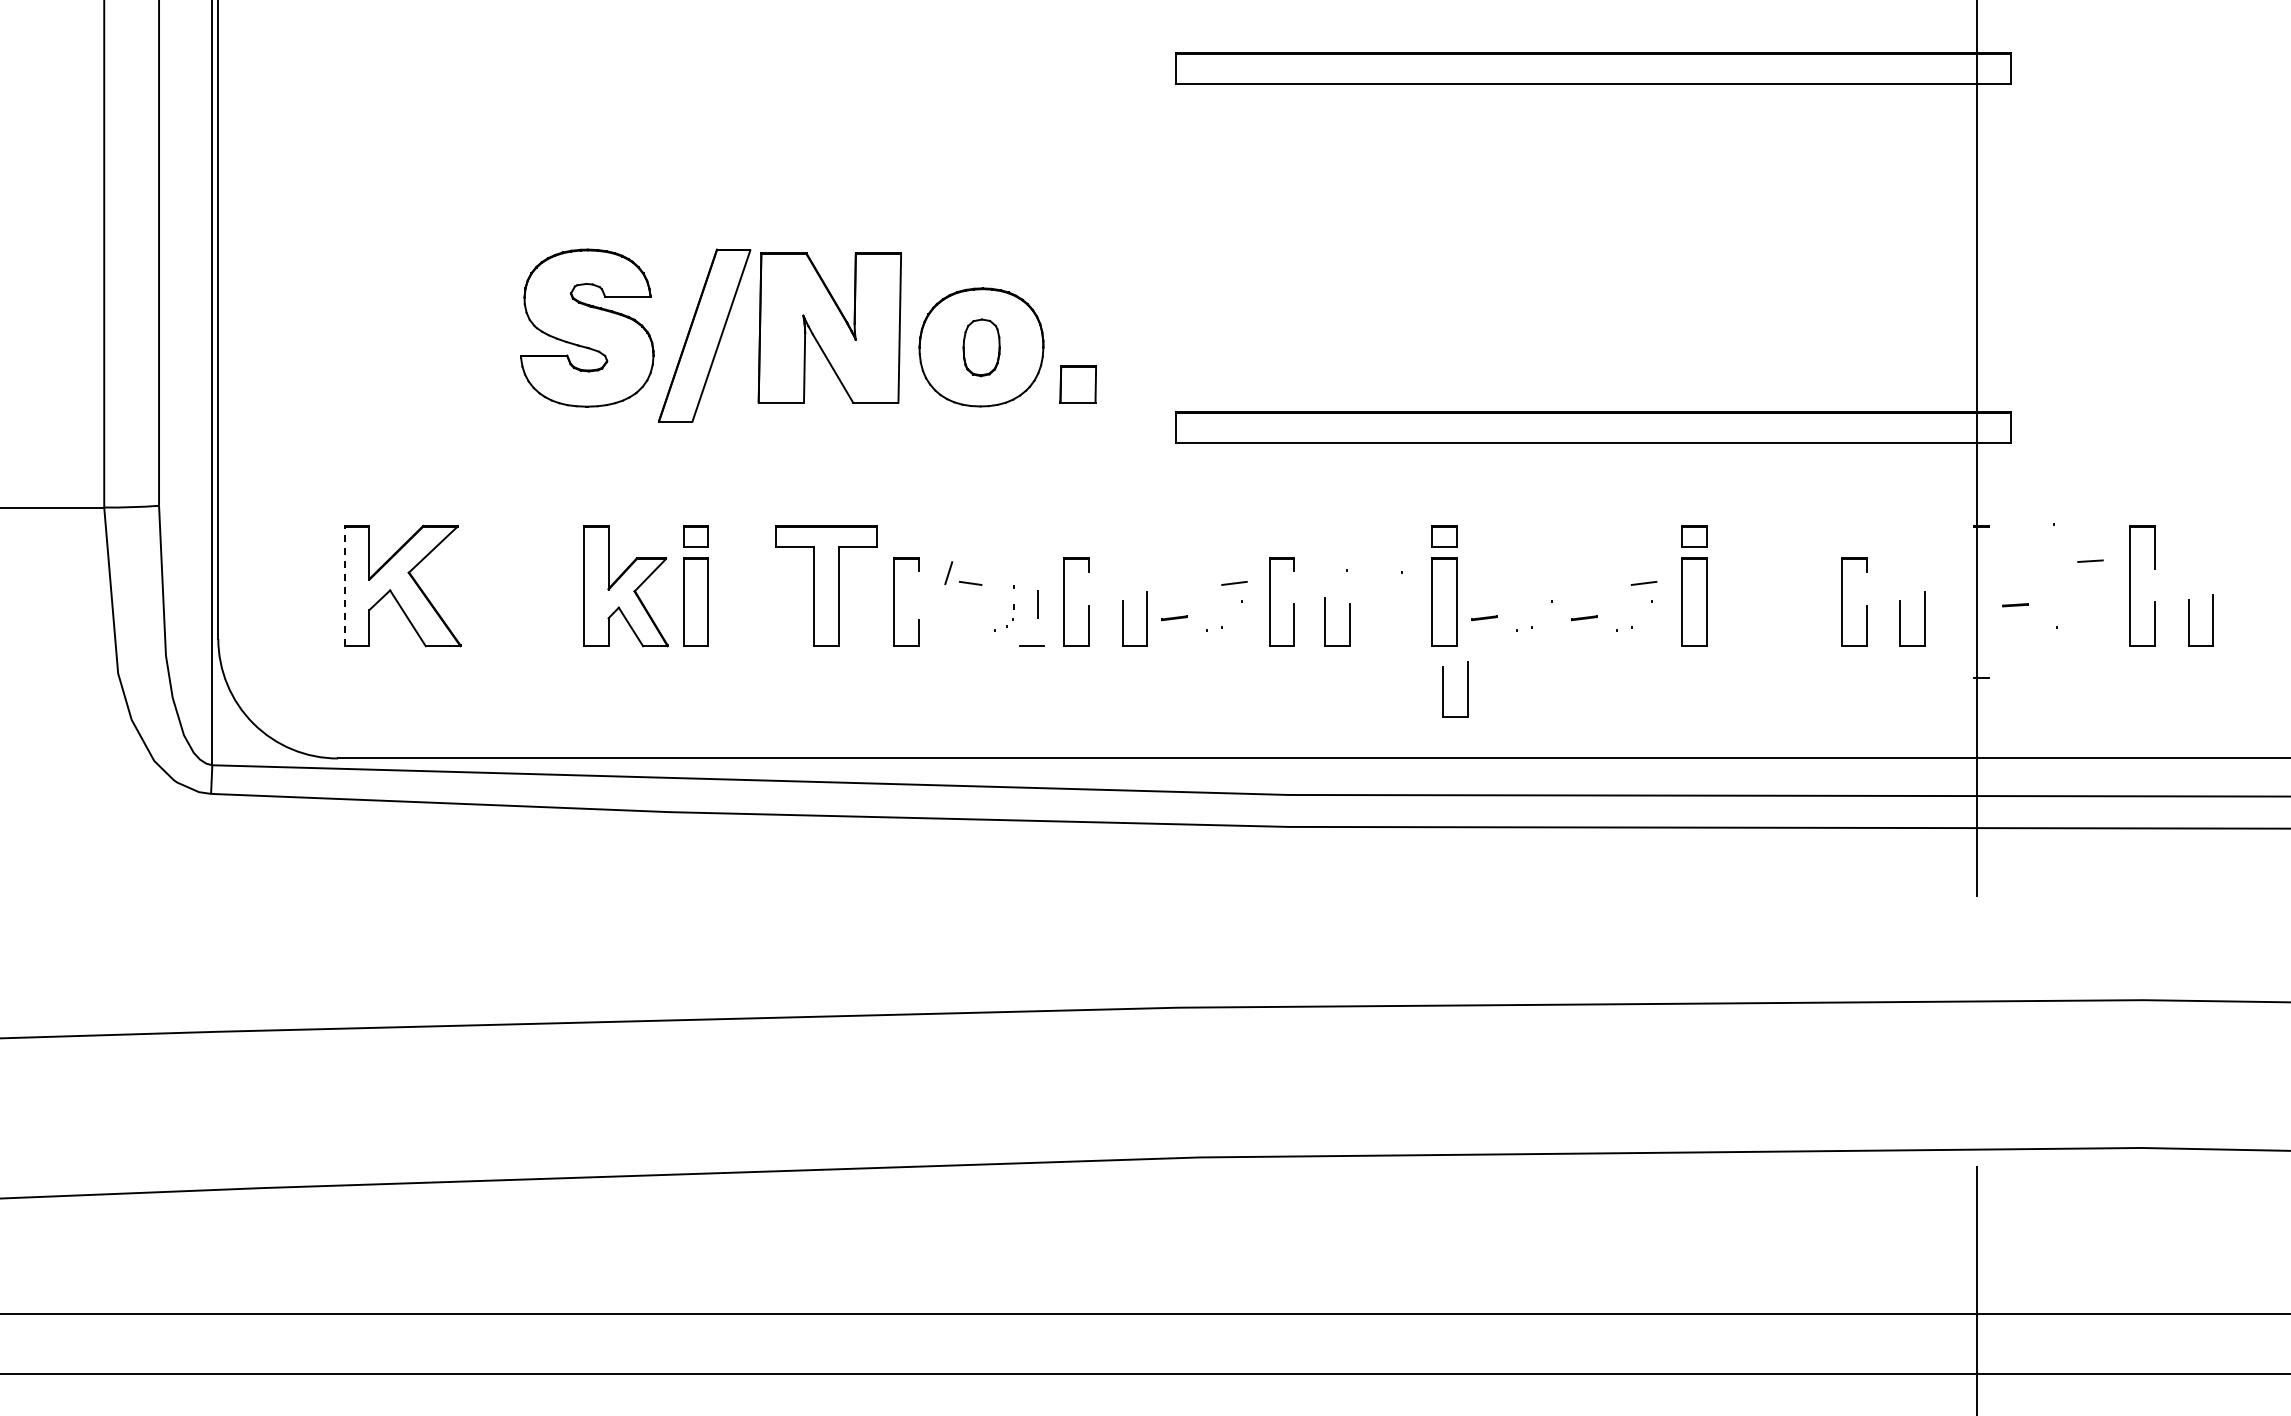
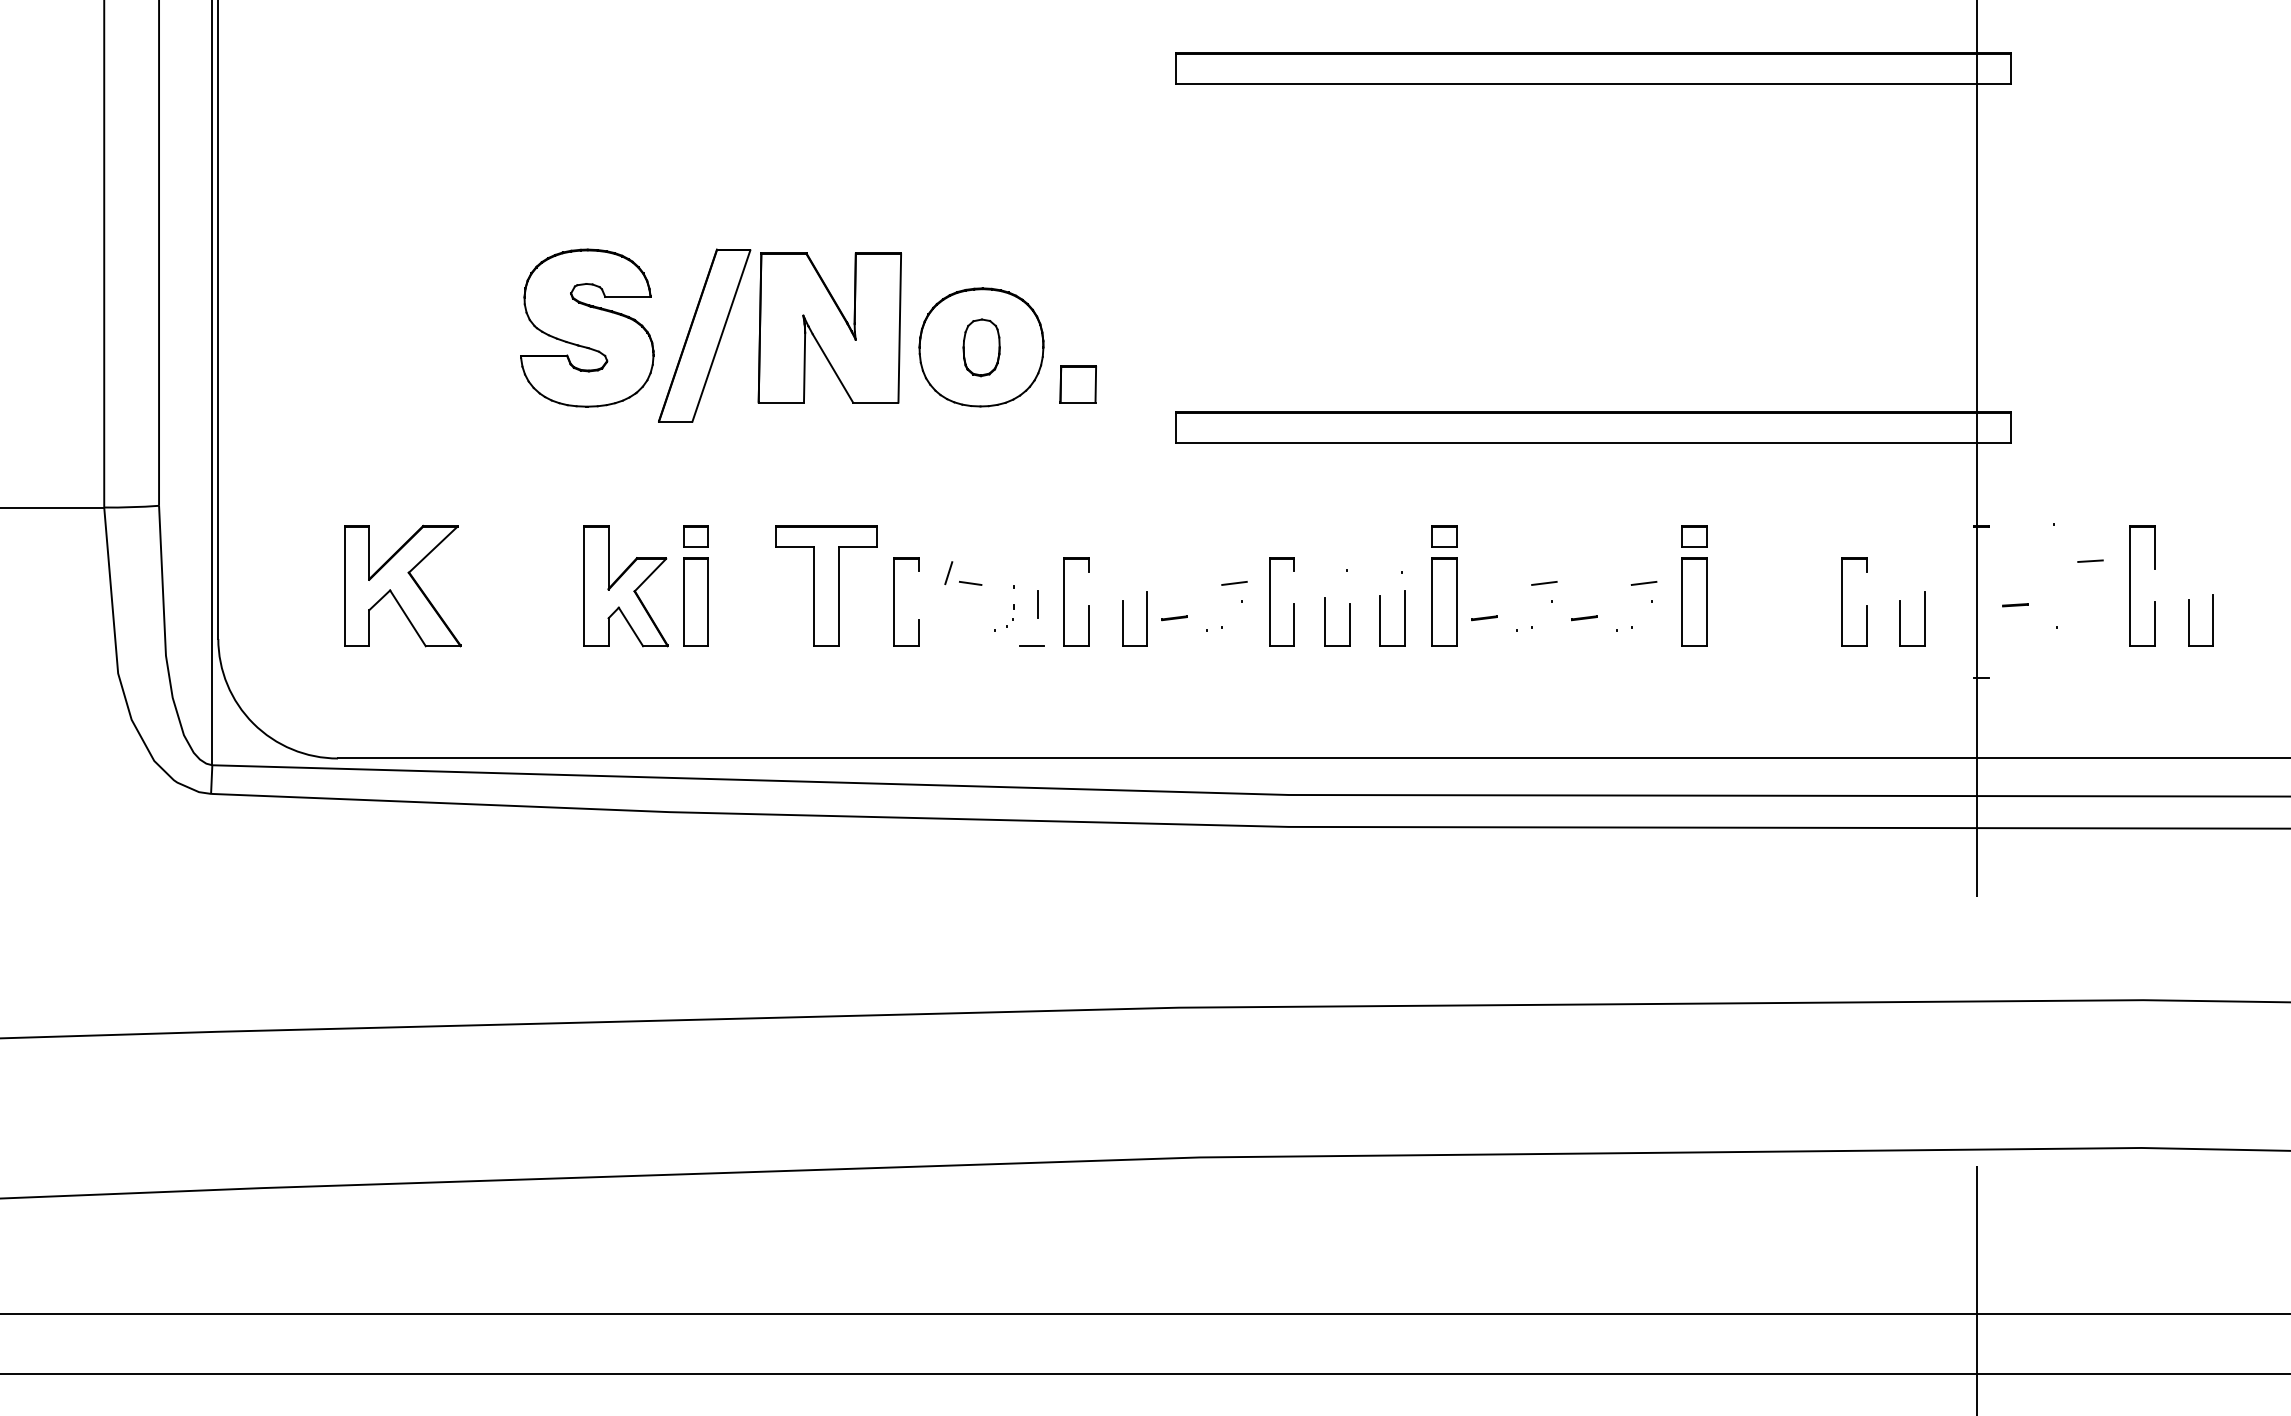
line at (1544, 582): none -> present
line at (344, 586): dashed -> solid
part at (1443, 689) position: (1443, 689) -> (1380, 618)
